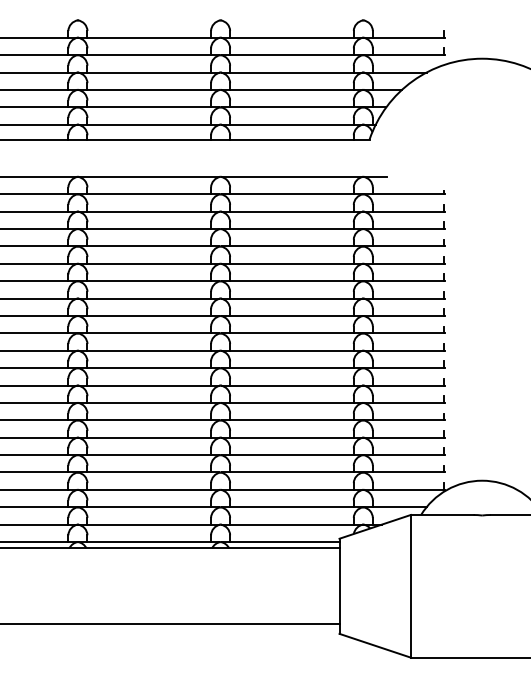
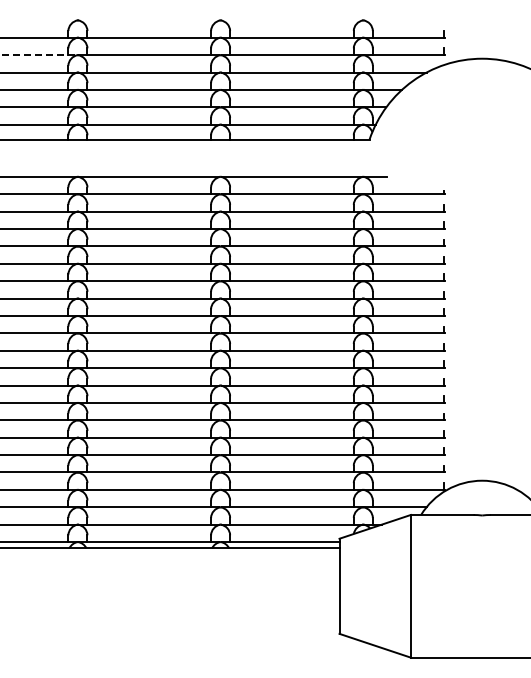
line at (38, 55): solid -> dashed
line at (170, 624): present -> none
